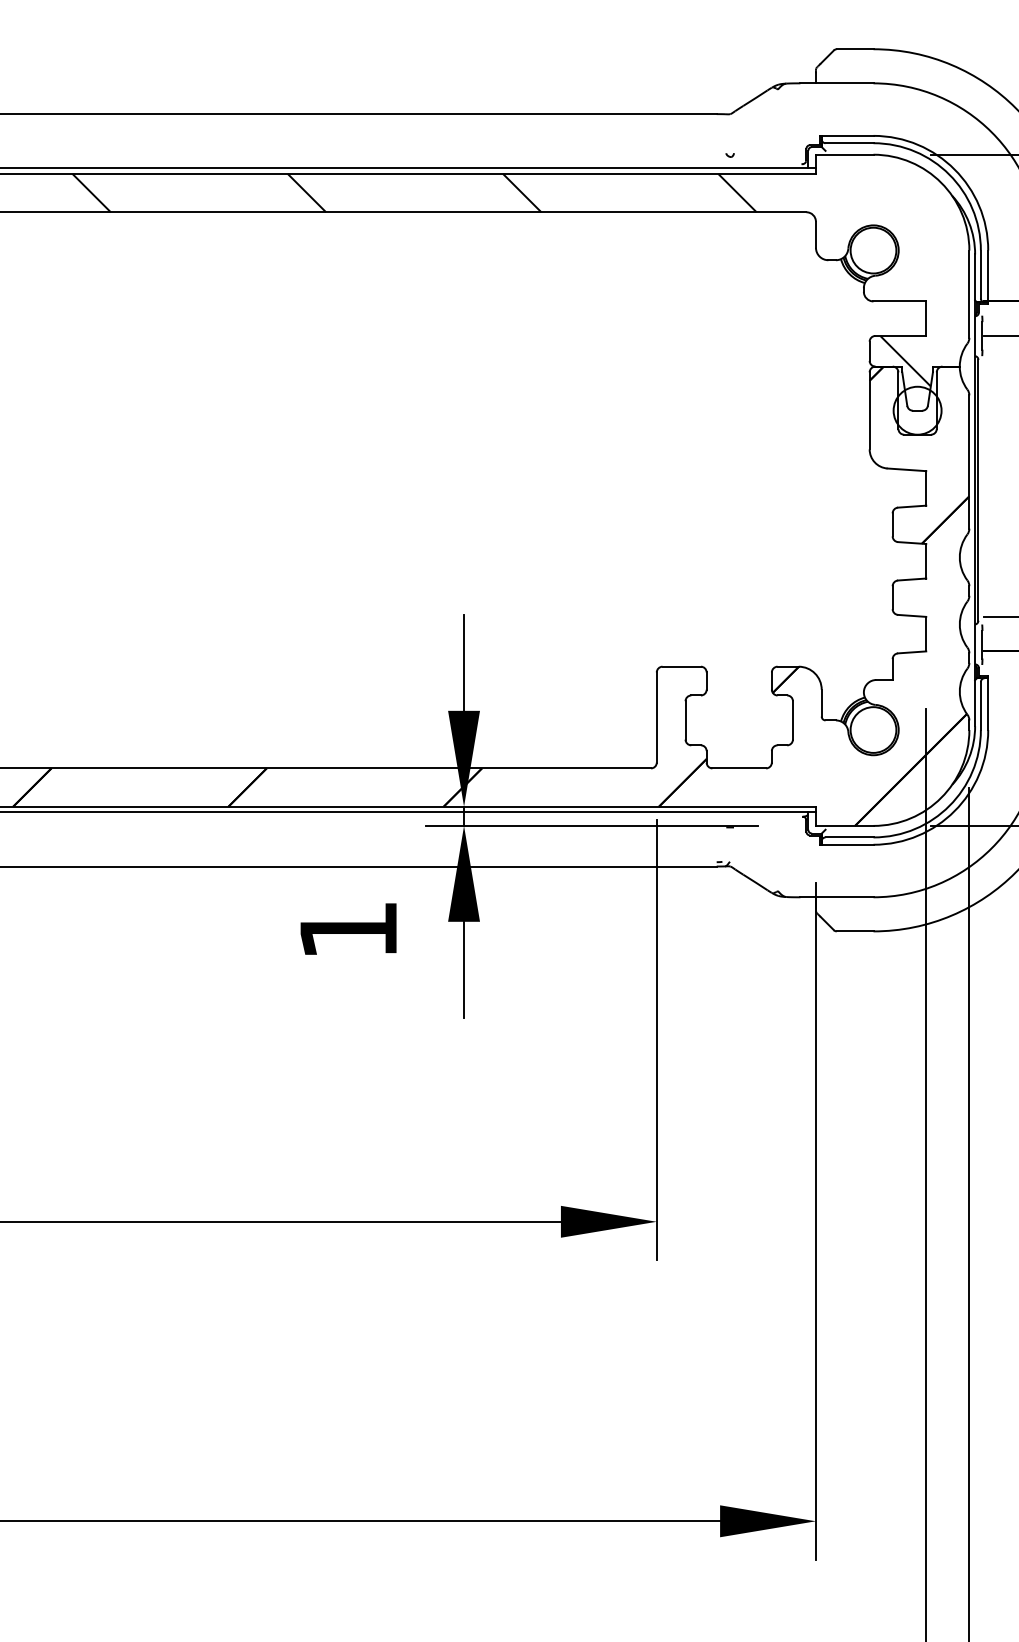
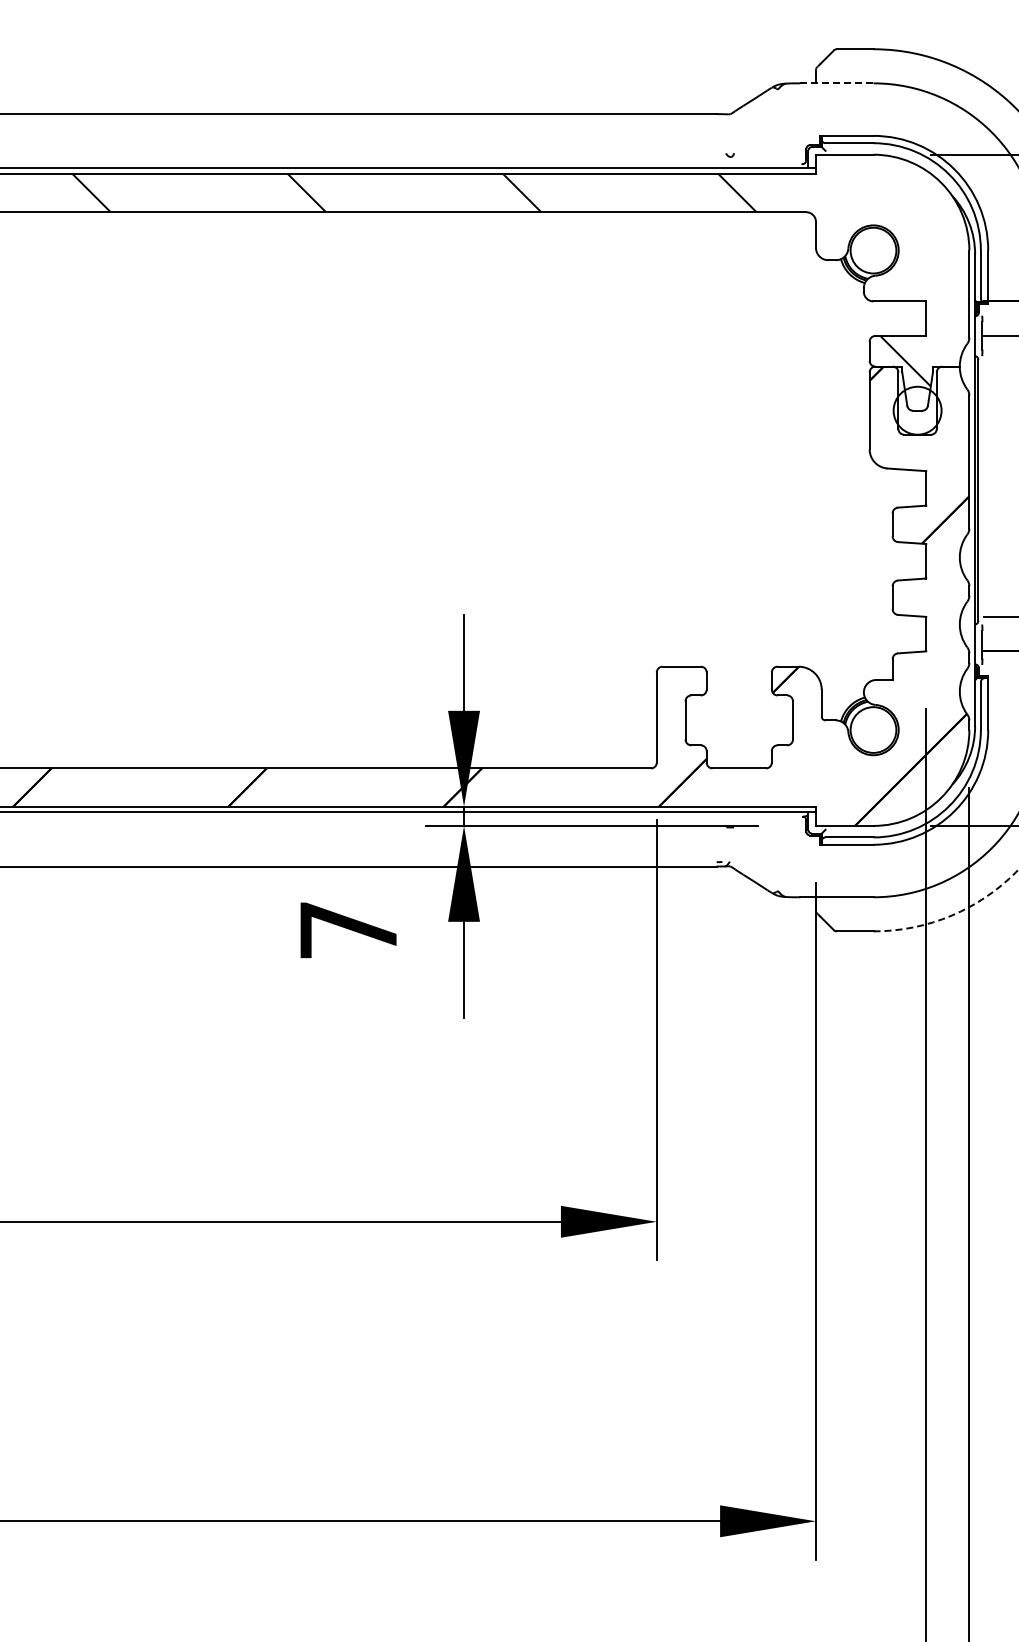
line at (836, 83): solid -> dashed
arc at (951, 915): solid -> dashed
text at (348, 930): 1 -> 7
